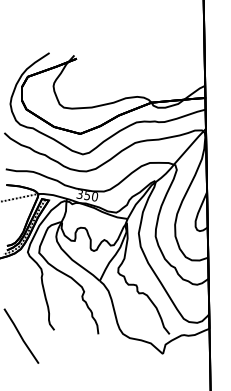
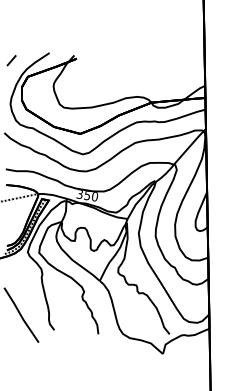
line at (11, 60): none -> present
line at (21, 335) position: (21, 335) -> (21, 314)
